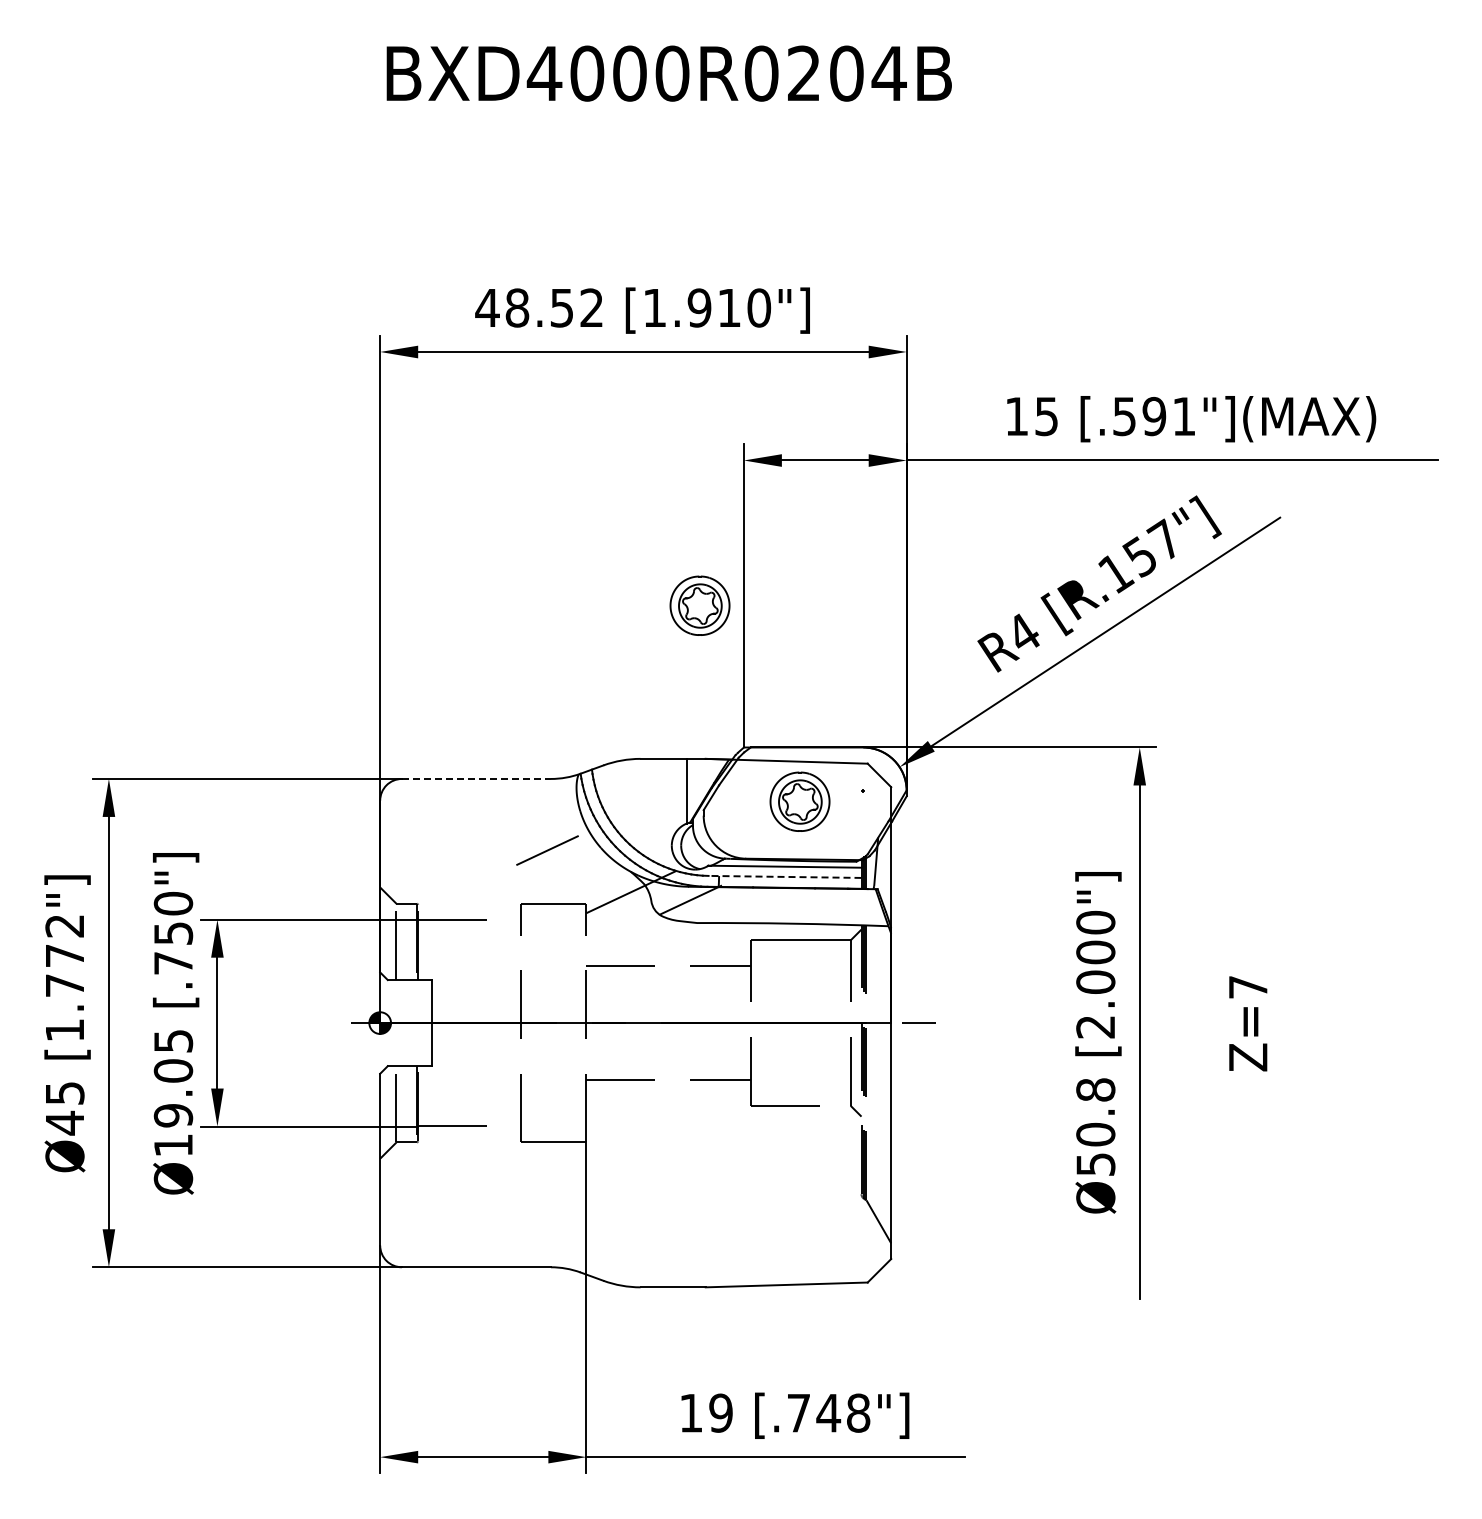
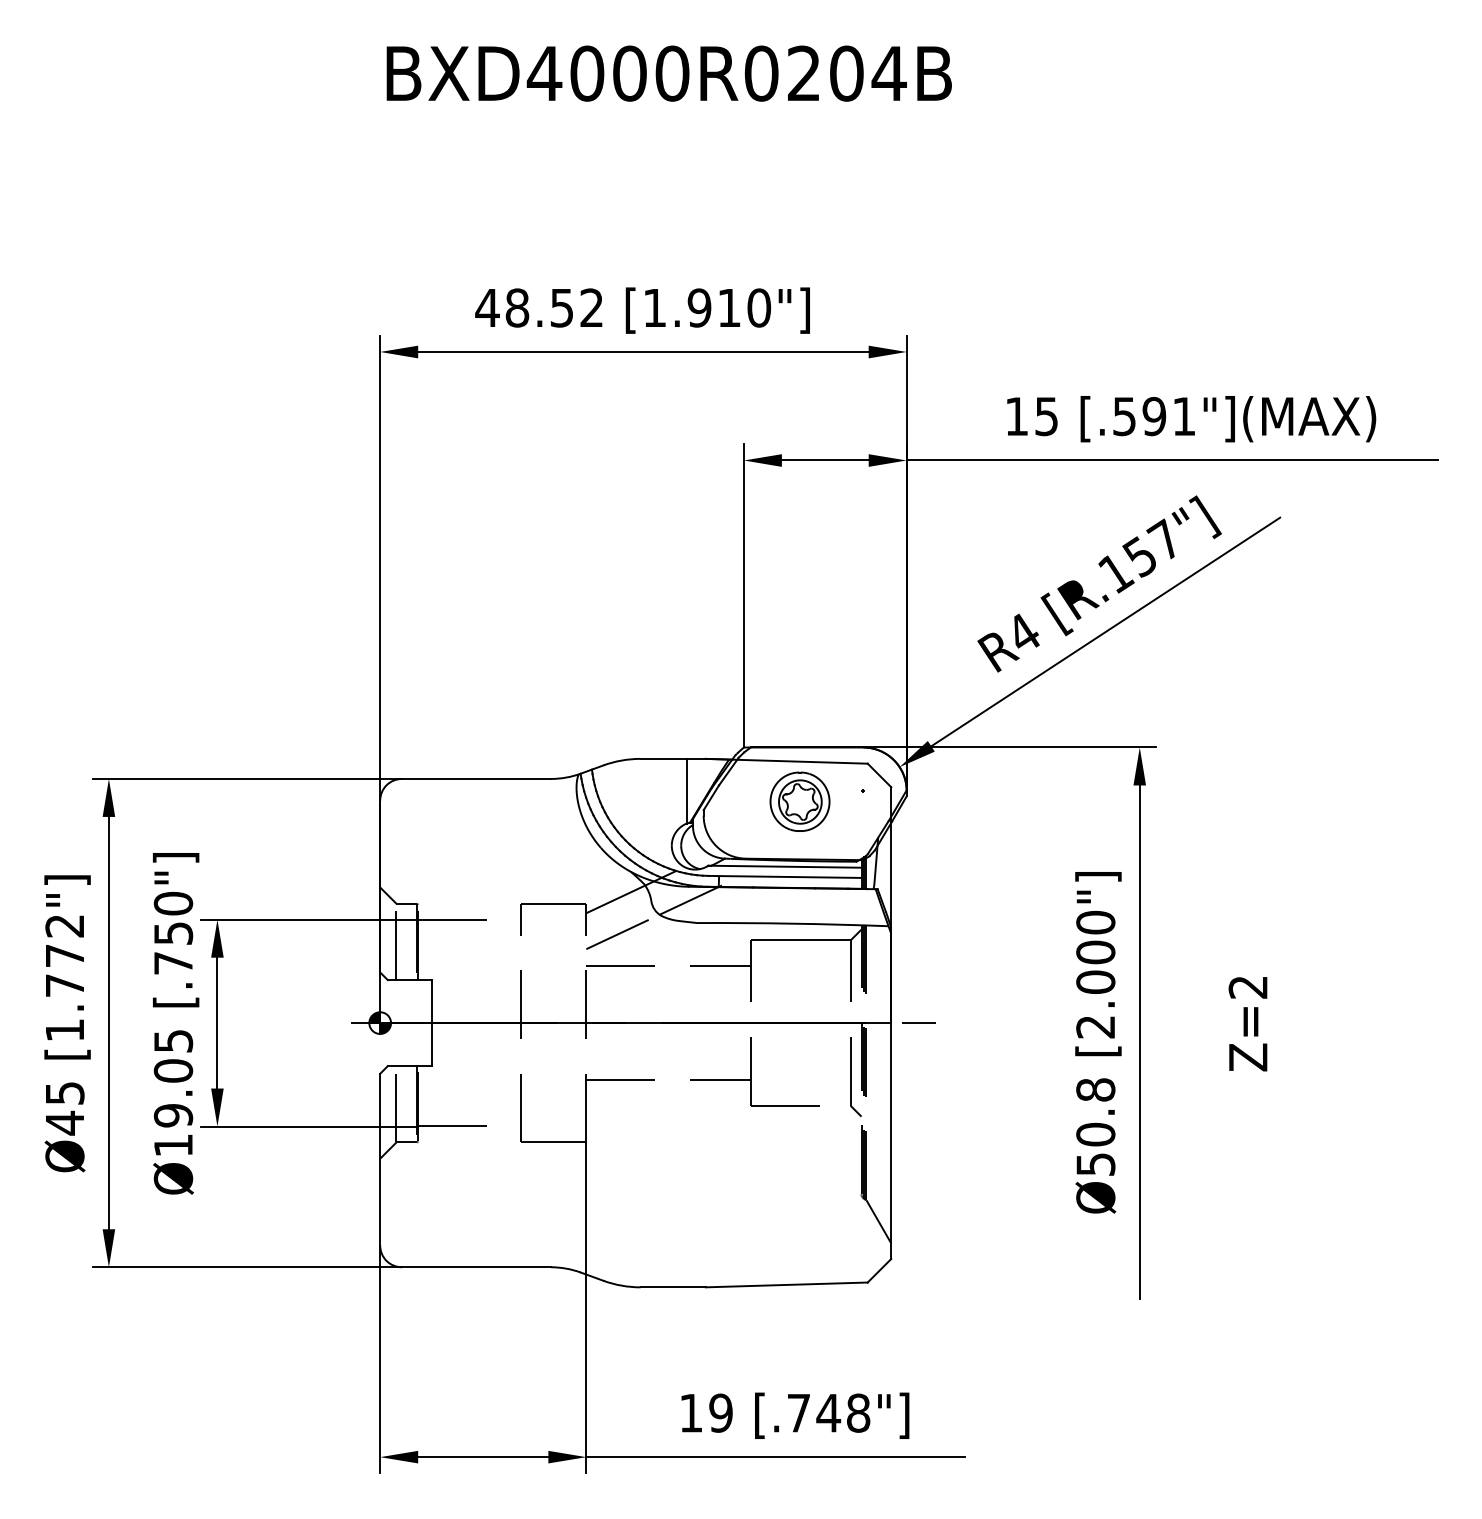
part at (699, 605): present -> none
line at (476, 778): dashed -> solid
line at (547, 850) position: (547, 850) -> (617, 934)
line at (784, 876): dashed -> solid
text at (1247, 987): Z=7 -> Z=2
